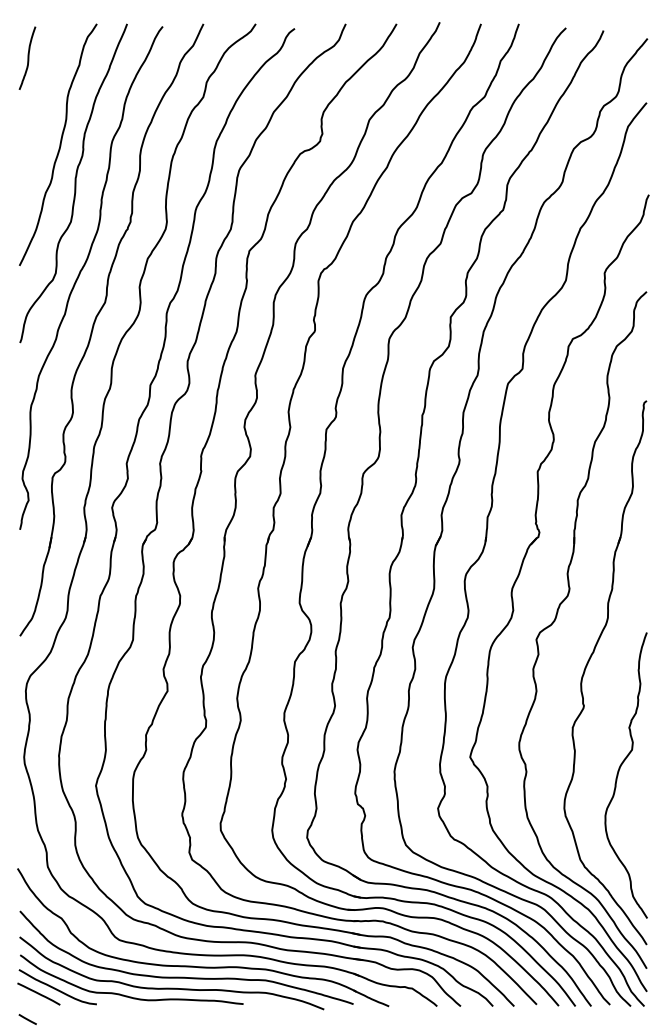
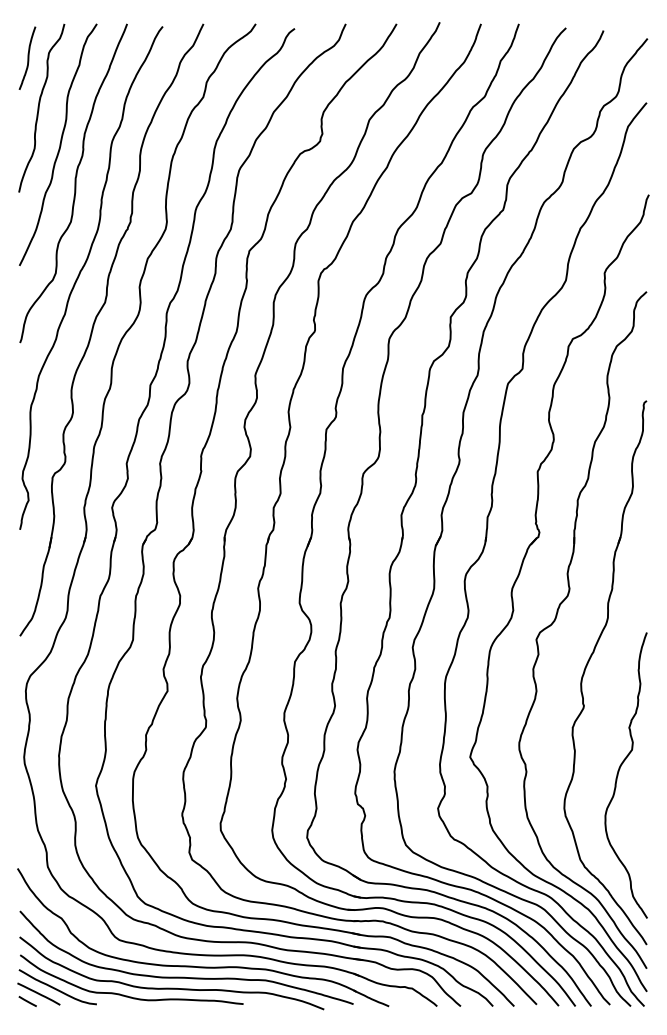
curve at (39, 107): none -> present
line at (27, 1019) position: (27, 1019) -> (27, 1001)
